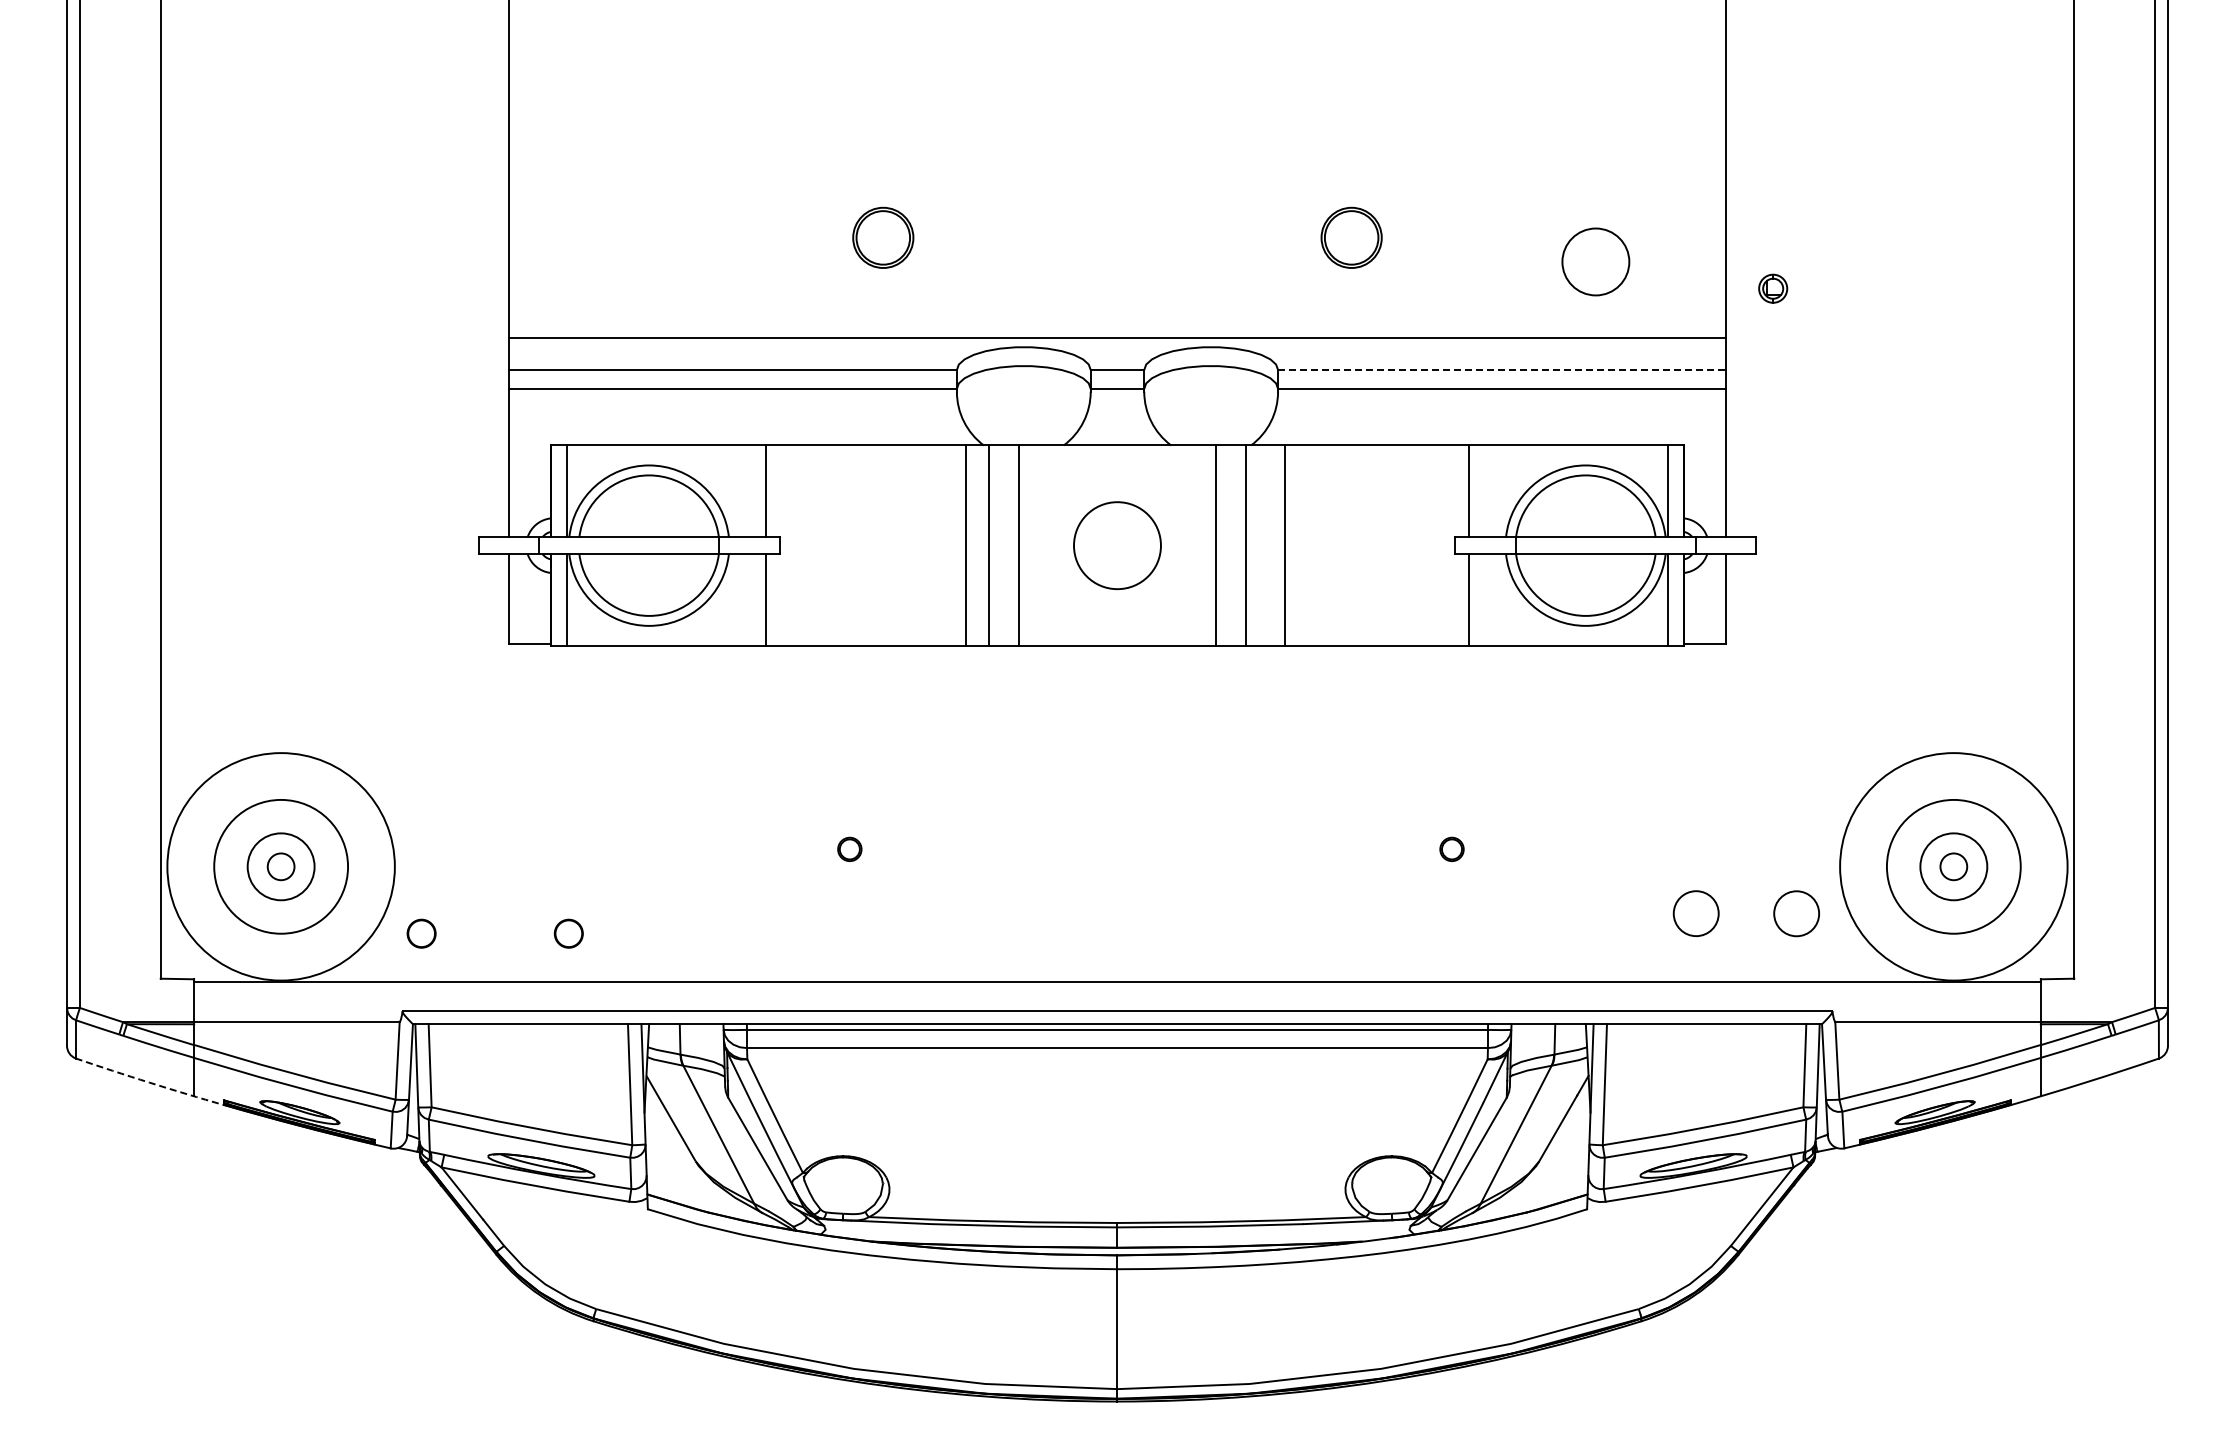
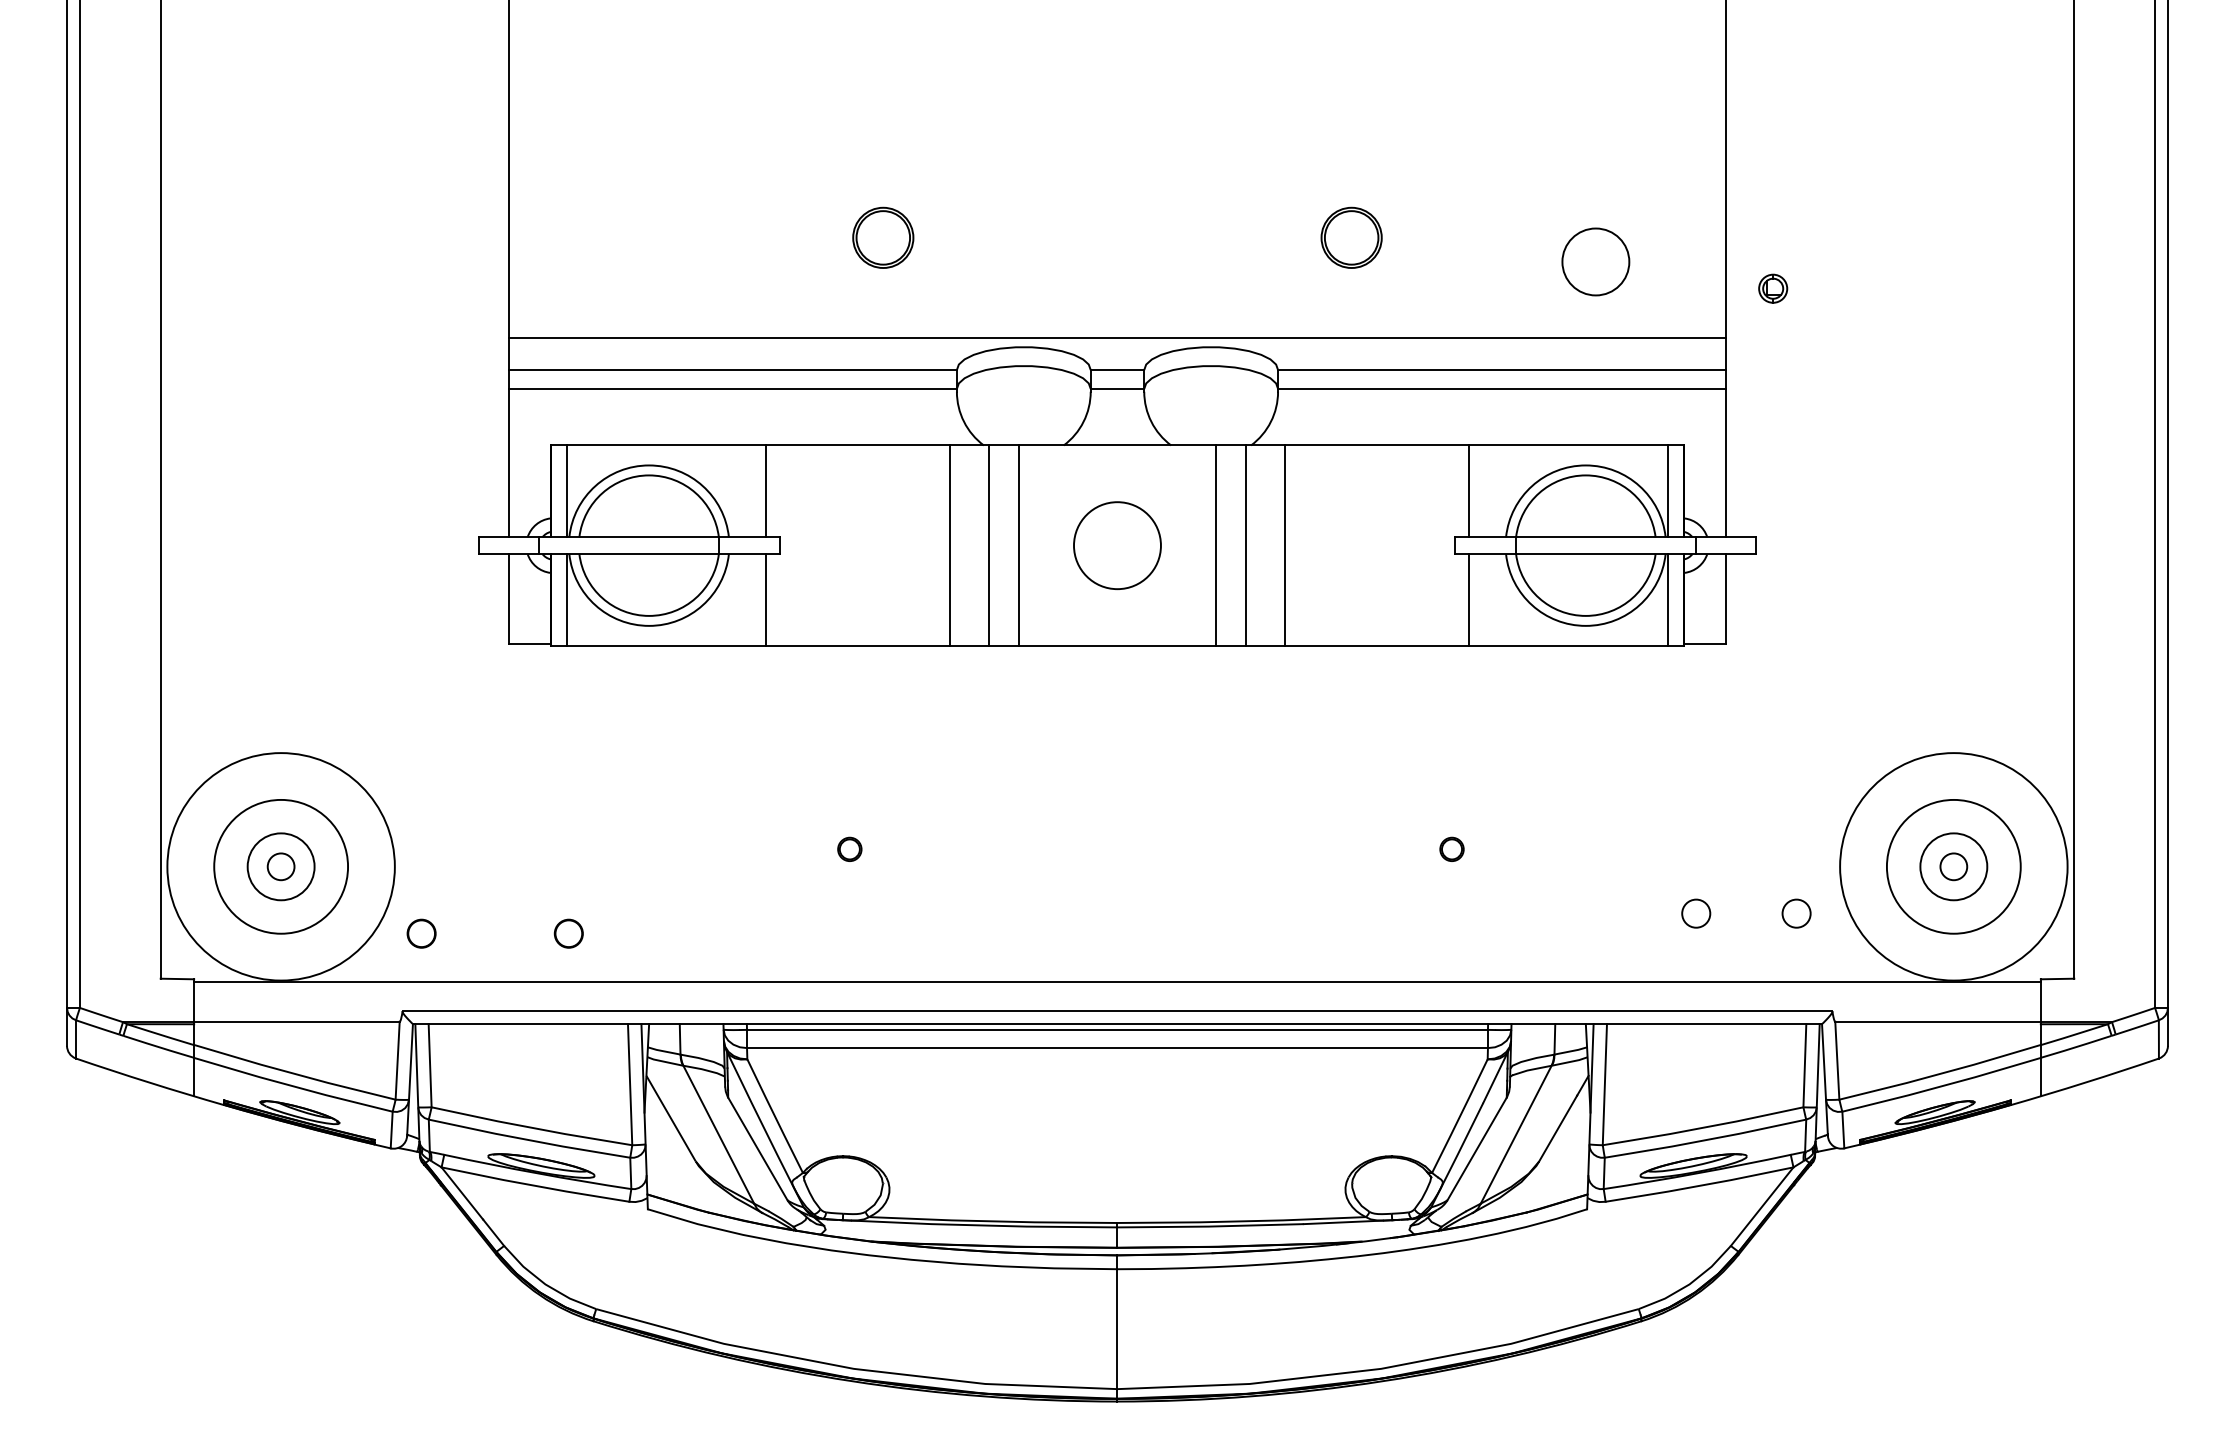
line at (1502, 370): dashed -> solid
line at (966, 545) position: (966, 545) -> (950, 545)
circle at (1695, 913) diameter: 45 px -> 28 px
circle at (1796, 913) size: 47x48 px -> 31x31 px
arc at (149, 1082): dashed -> solid
